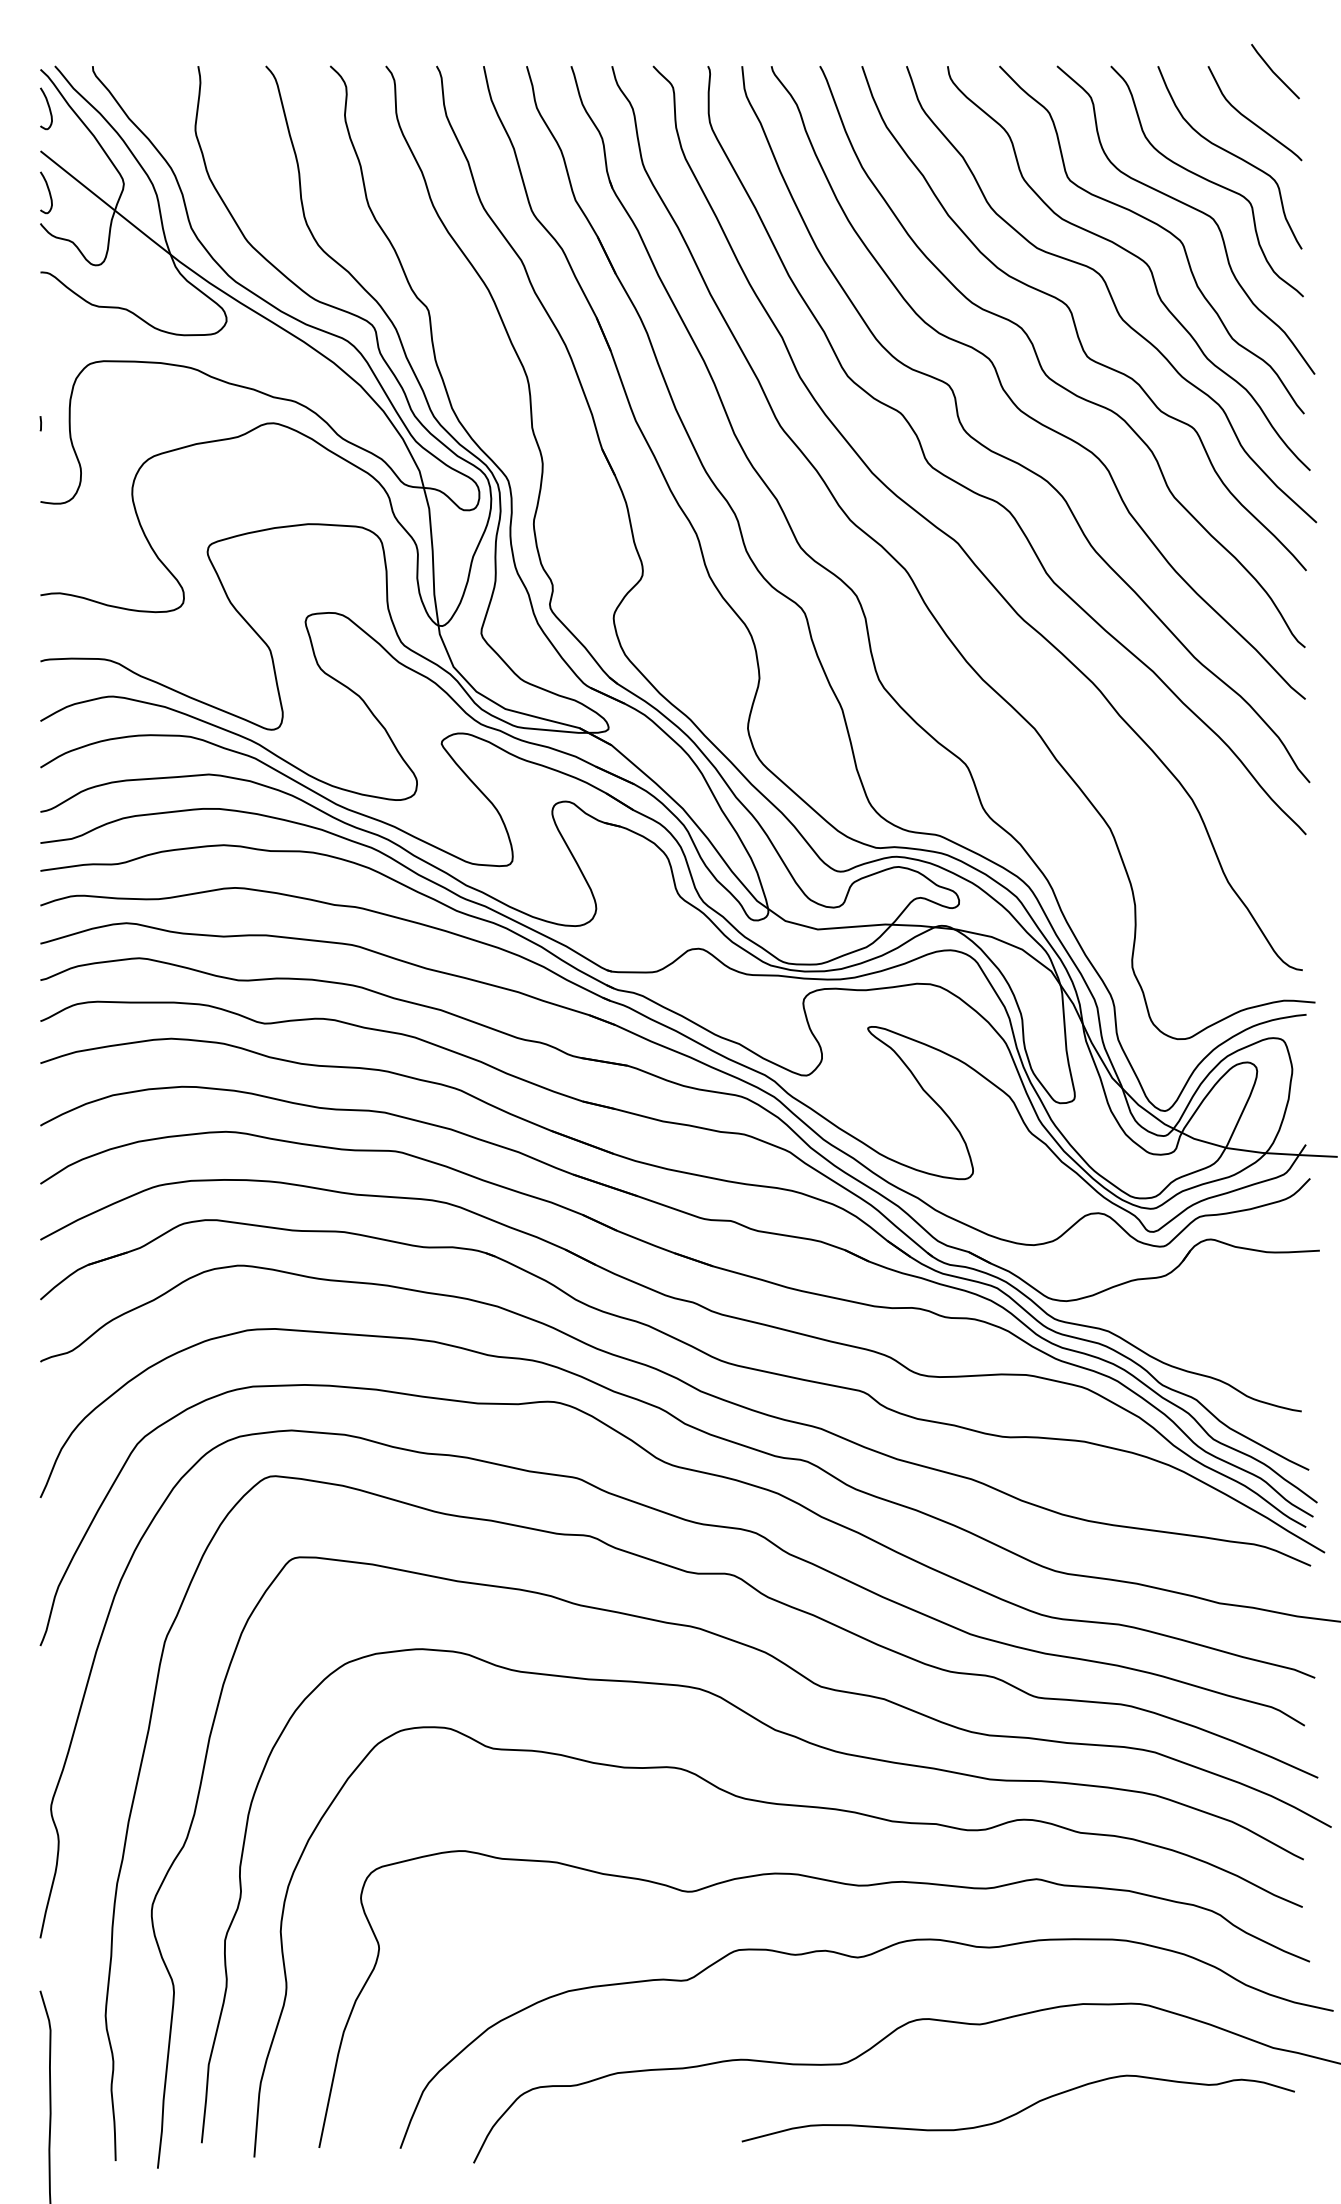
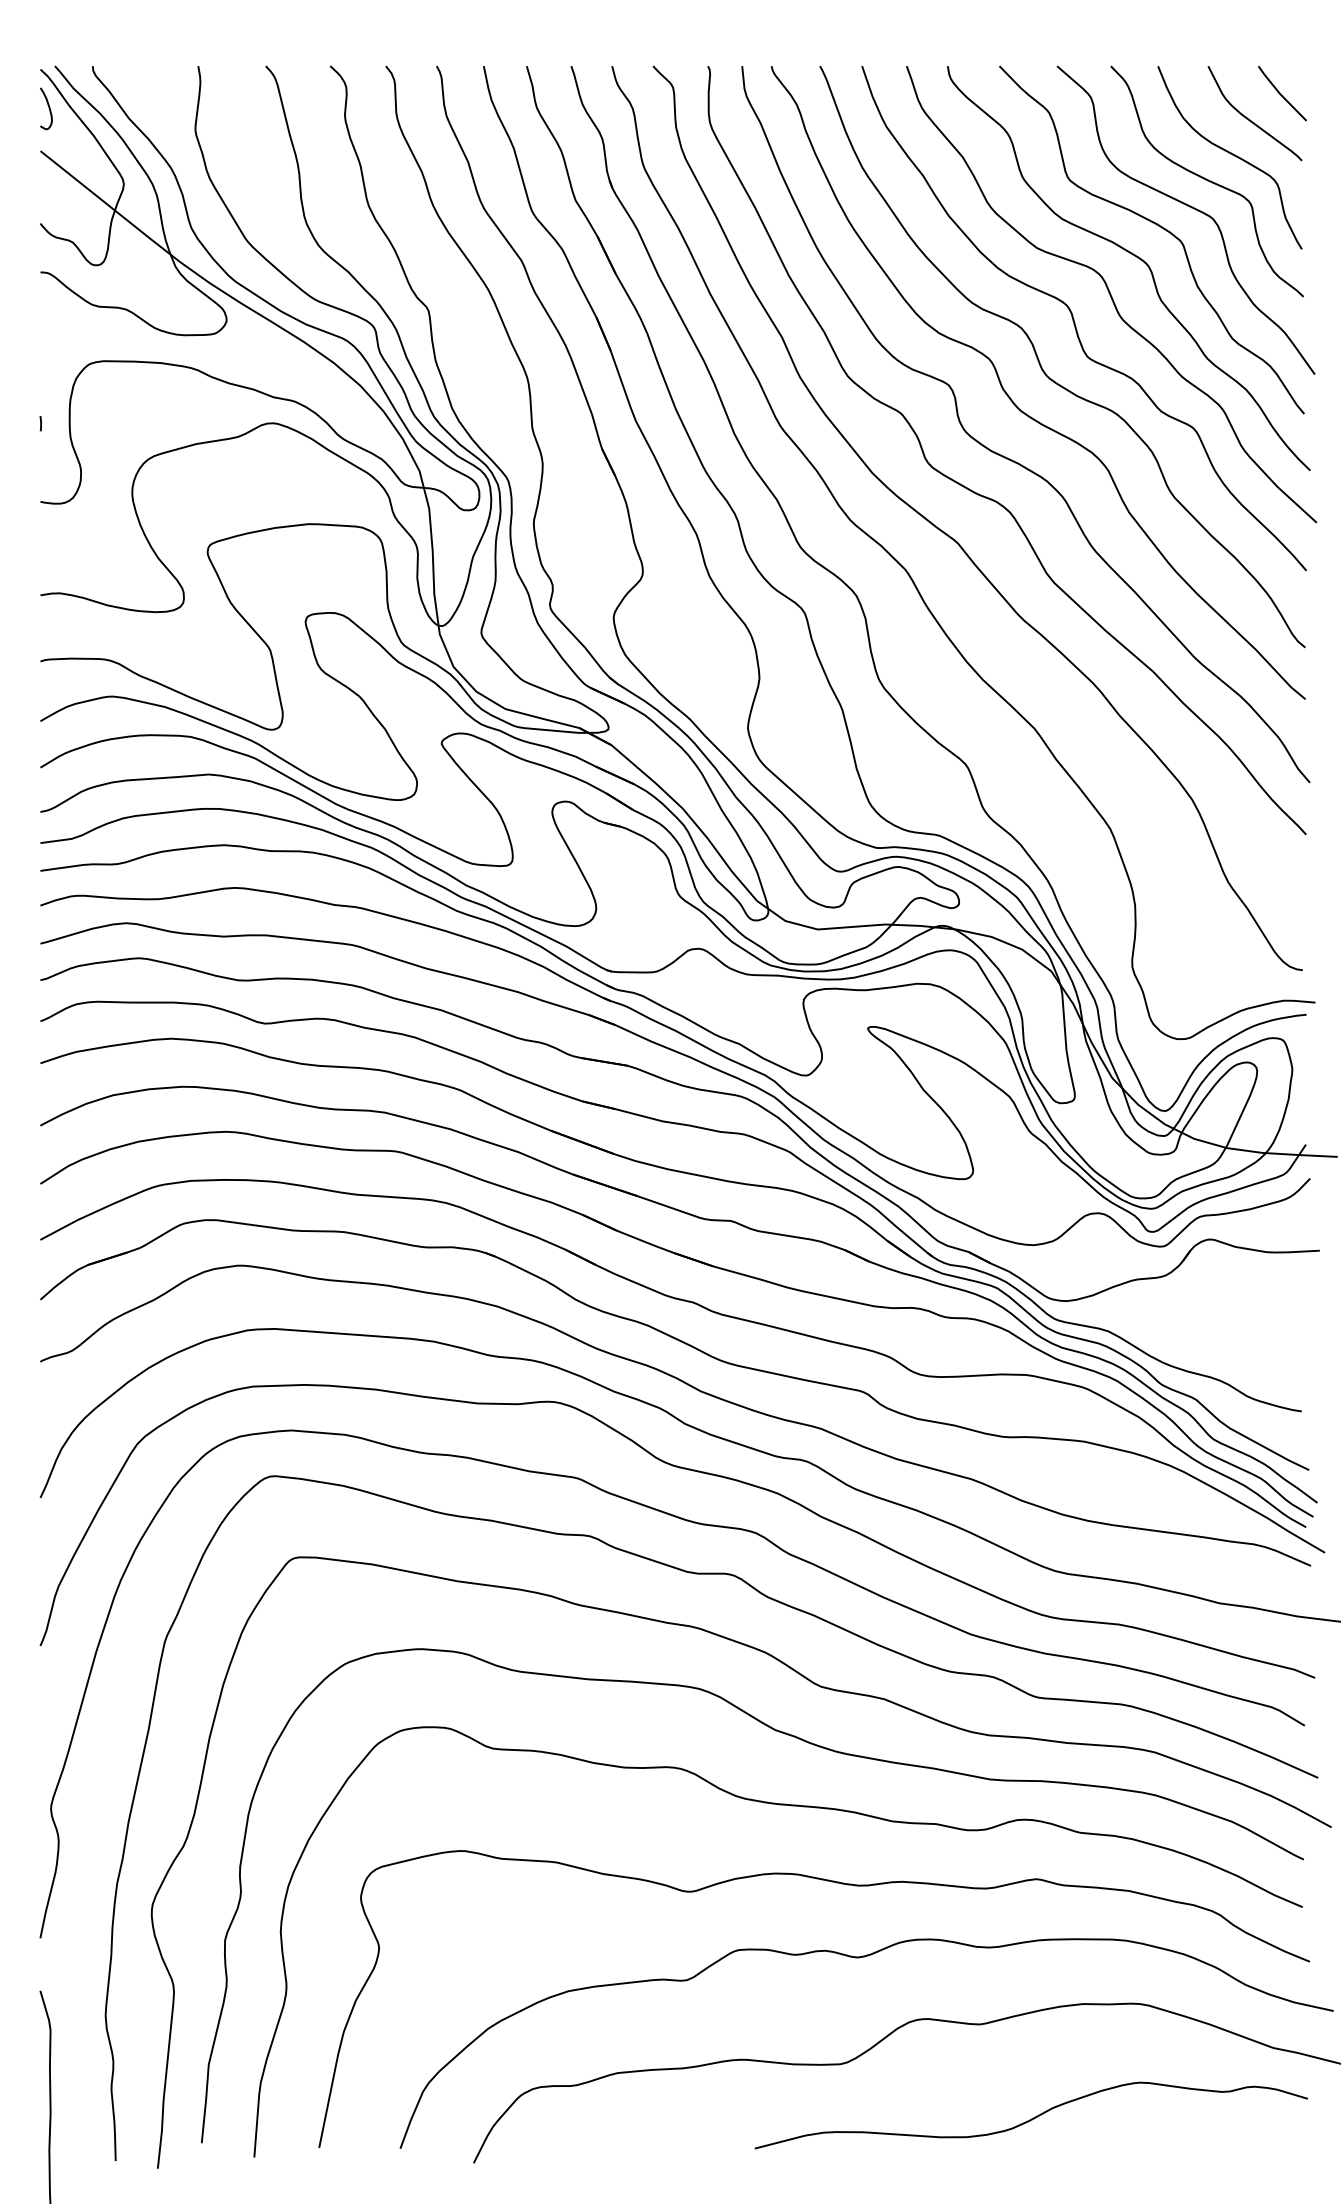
line at (1274, 72) position: (1274, 72) -> (1281, 94)
curve at (48, 192): present -> none
curve at (1018, 2111) position: (1018, 2111) -> (1031, 2118)
